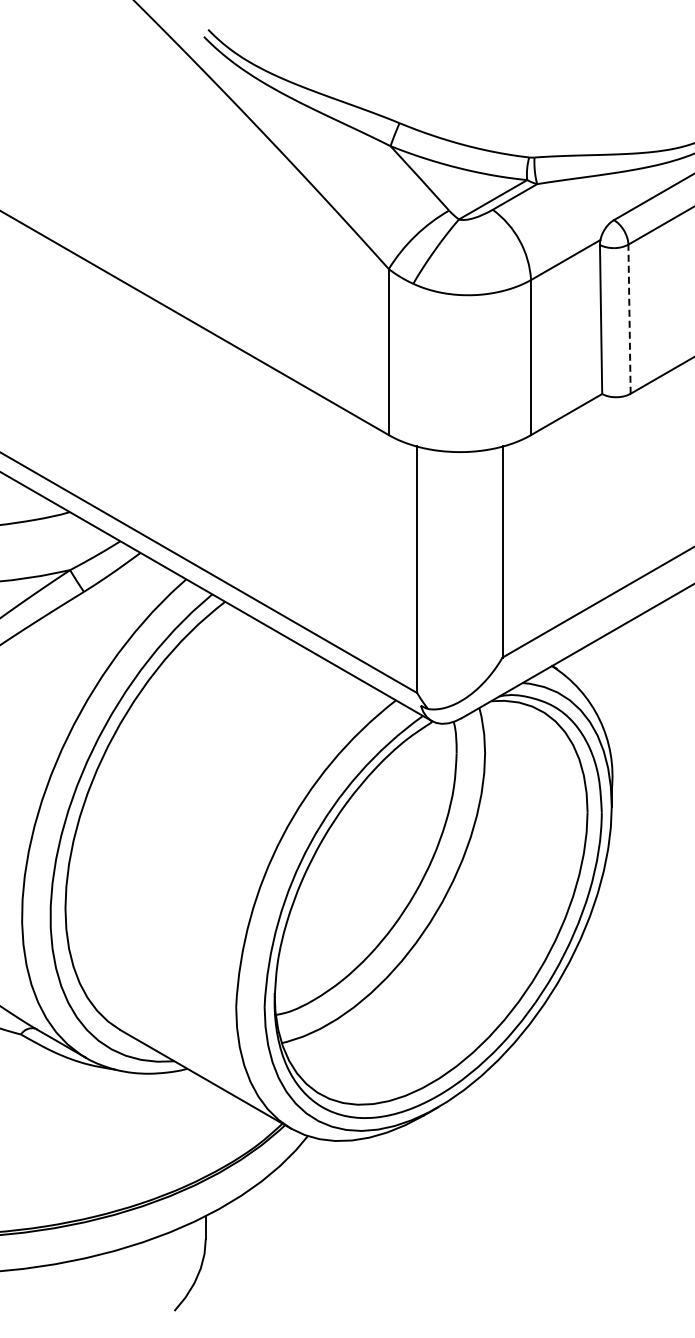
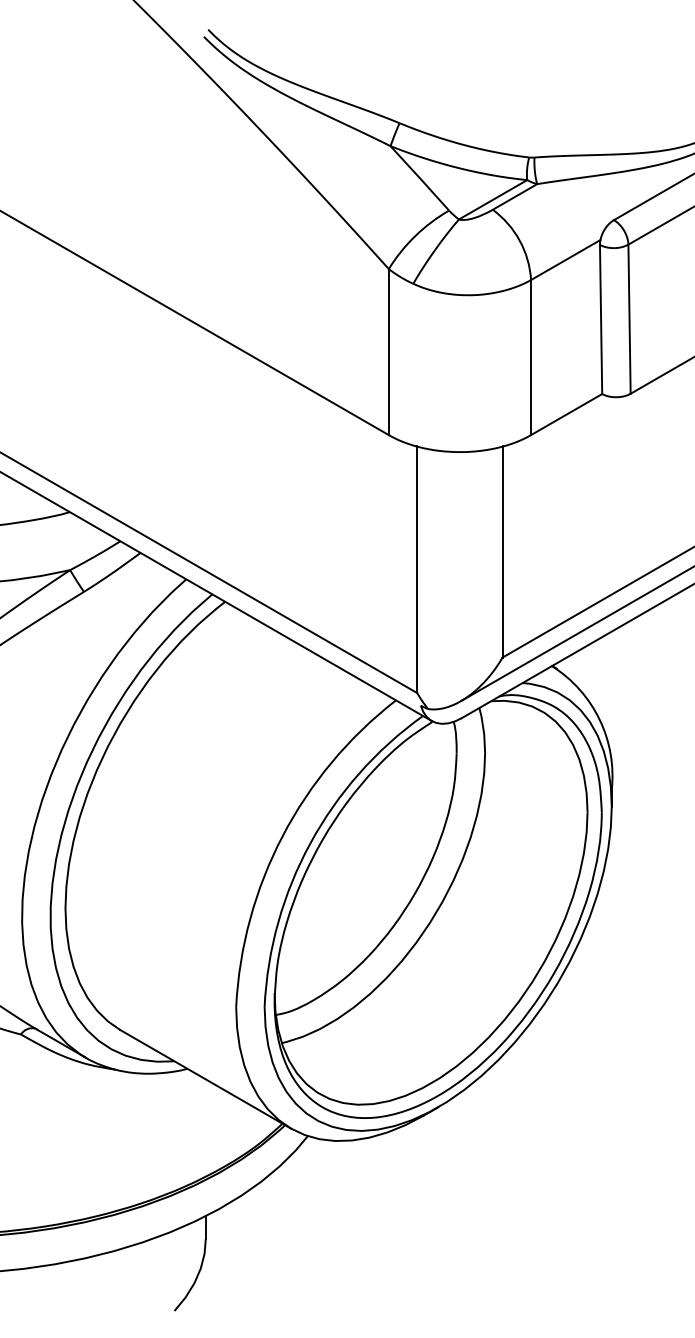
line at (629, 319): dashed -> solid
line at (576, 633): none -> present
